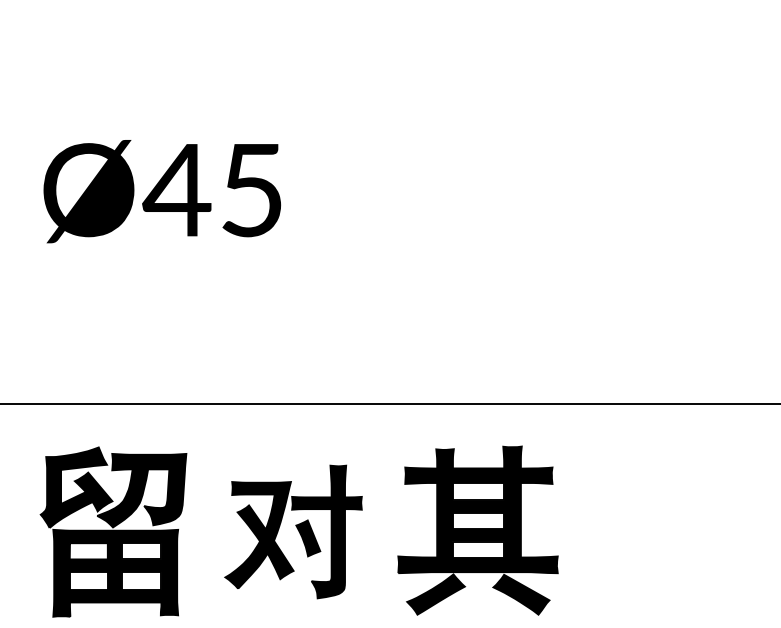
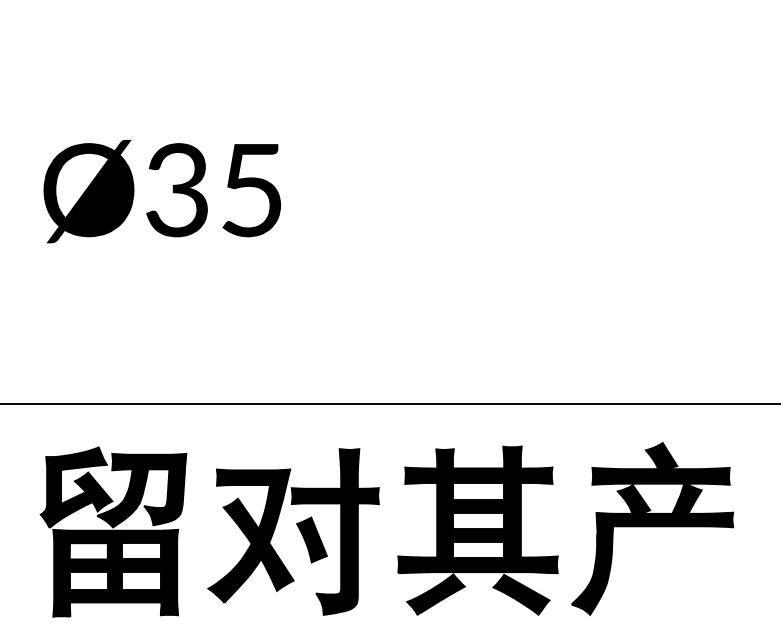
text at (176, 190): Ø45 -> Ø35
part at (652, 528): none -> present
part at (293, 531) size: 139x136 px -> 173x168 px
